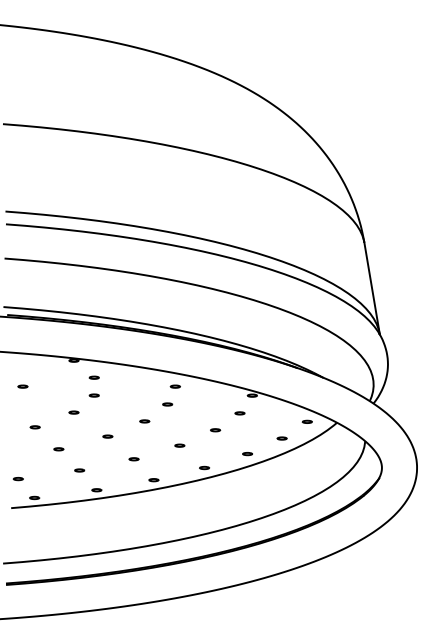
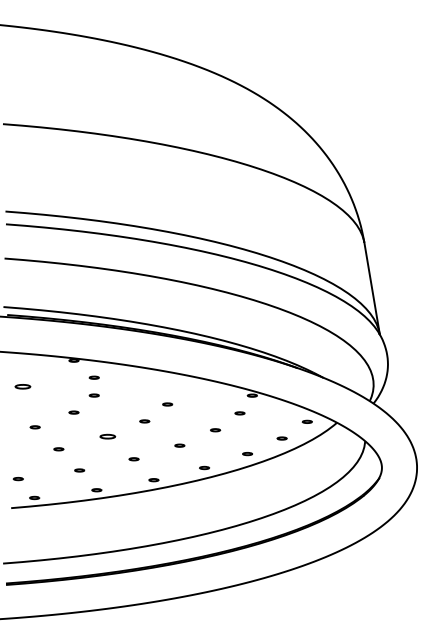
part at (22, 386) size: 12x5 px -> 18x6 px
part at (174, 386): present -> none
part at (107, 436) size: 12x5 px -> 18x7 px
